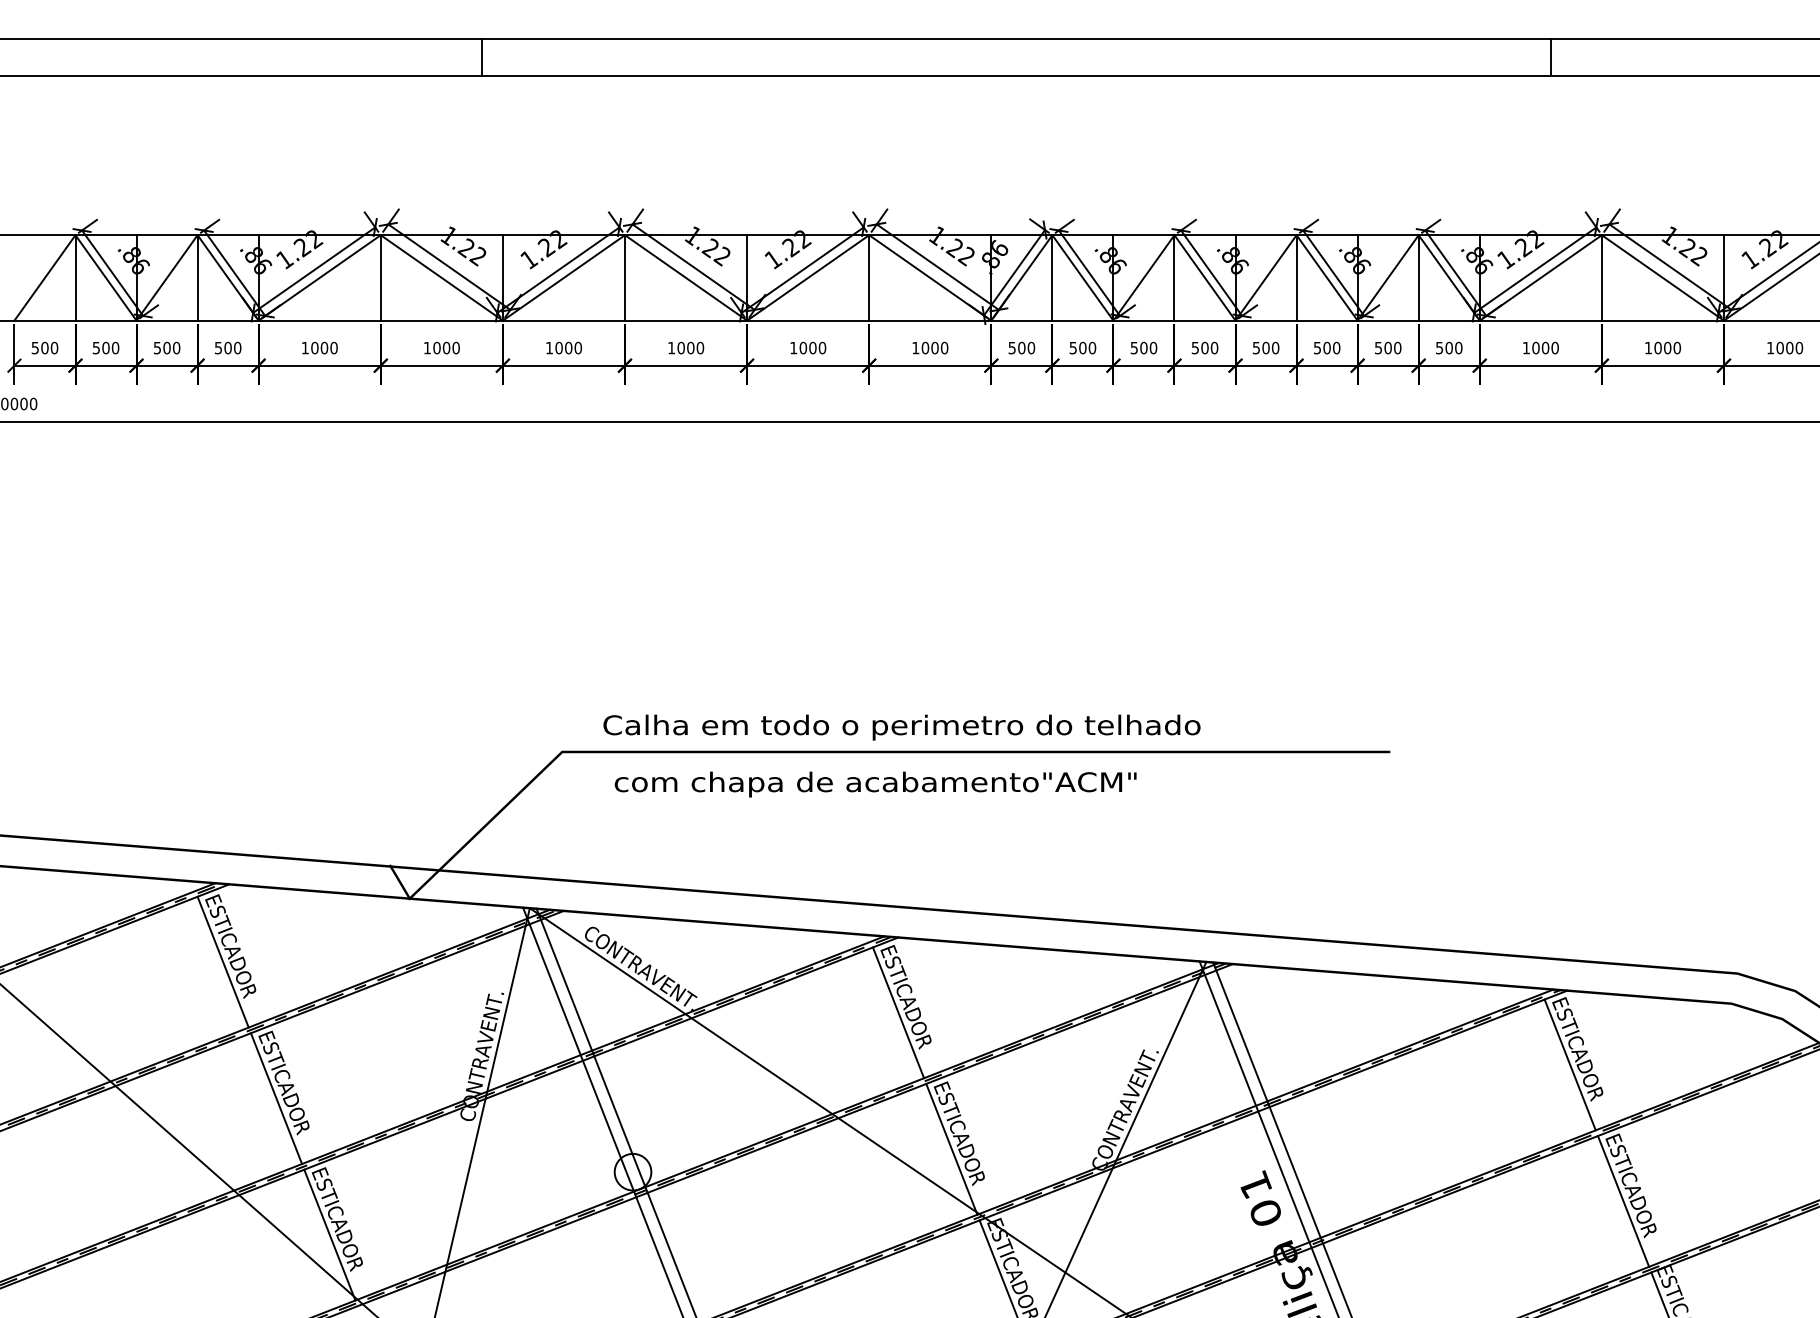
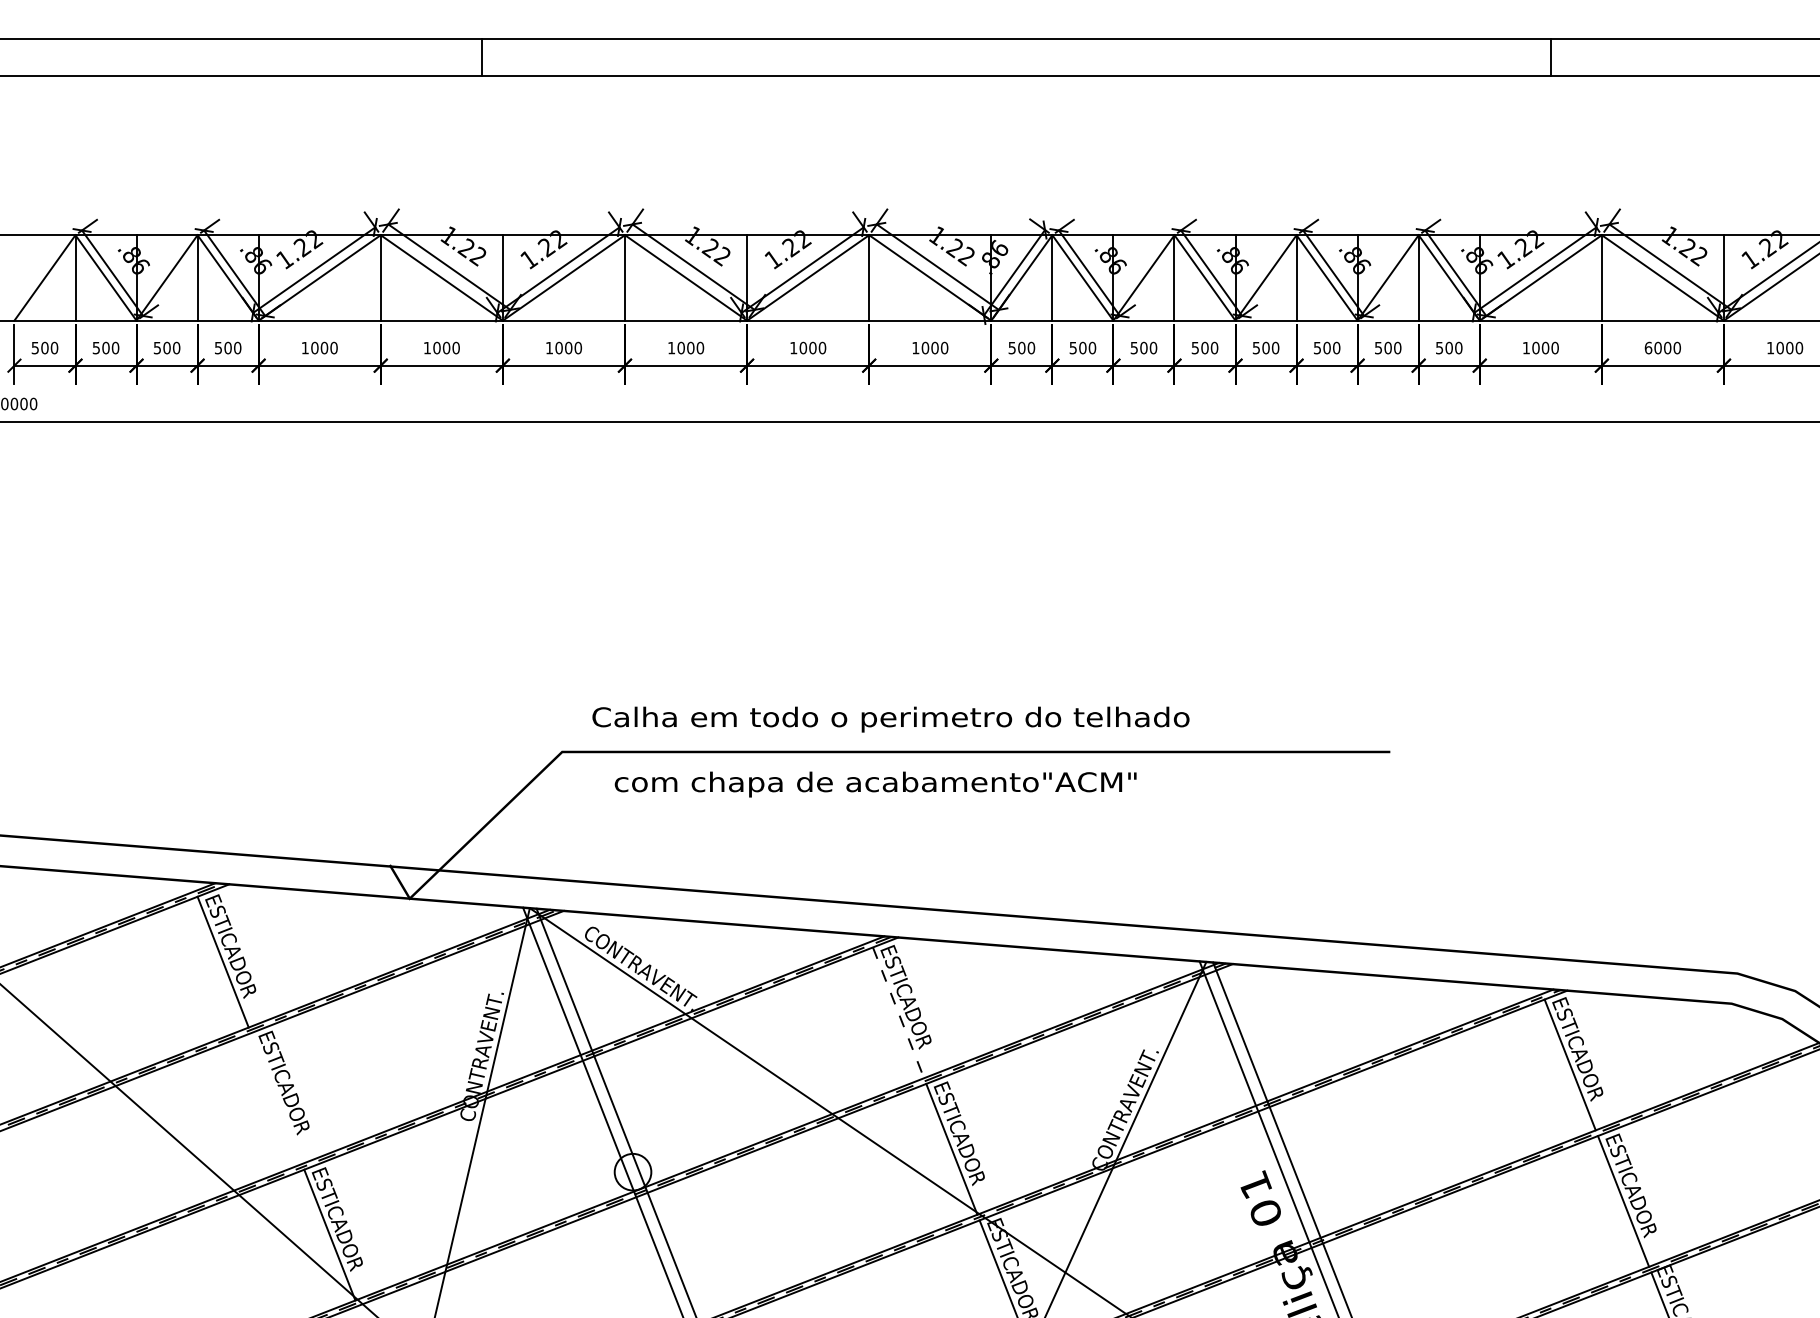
text at (1648, 347): 1000 -> 6000
text at (901, 727) position: (901, 727) -> (890, 719)
line at (898, 1013): solid -> dashed
line at (276, 1098): present -> none
